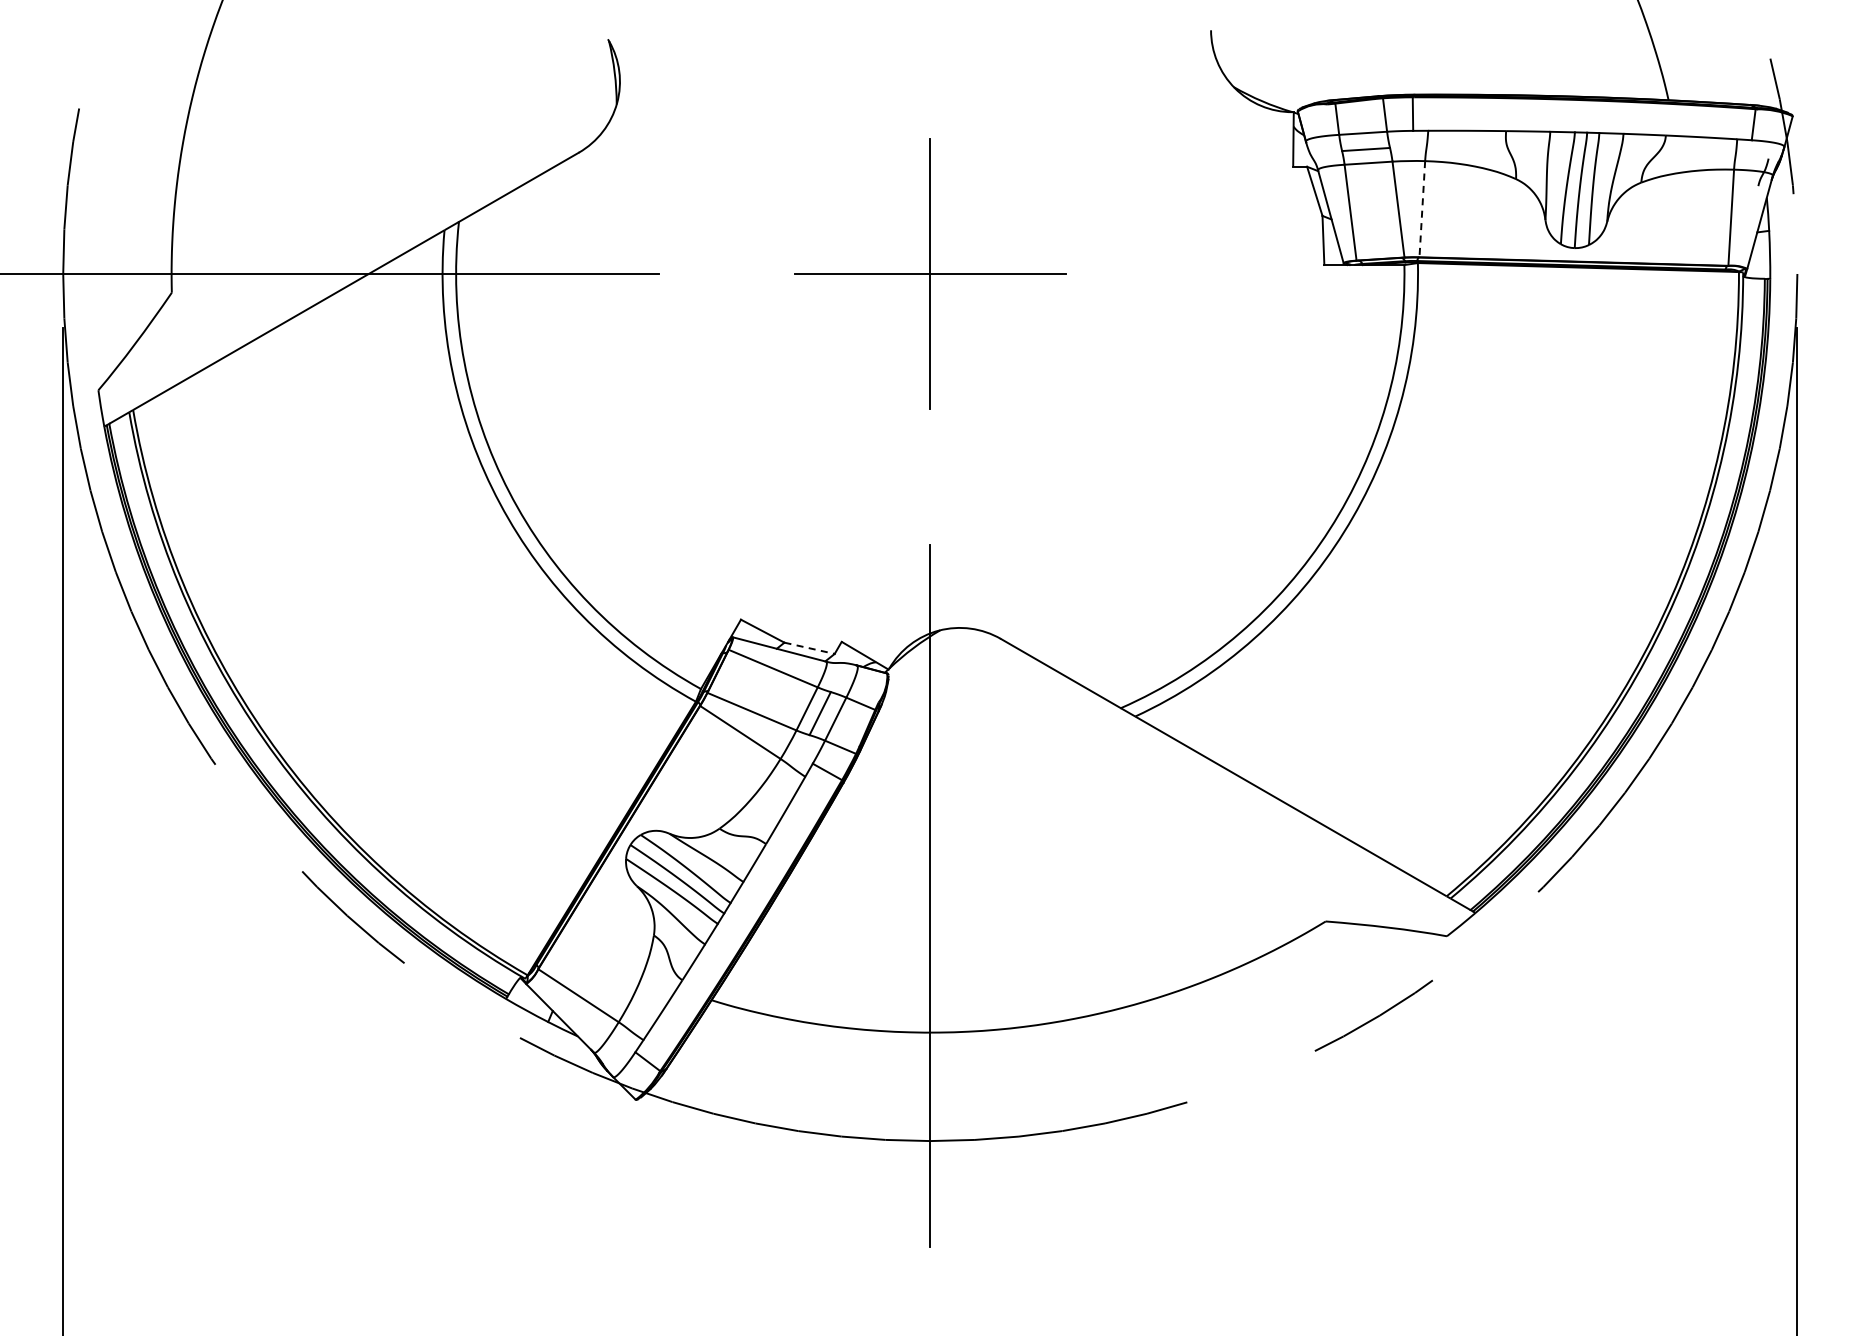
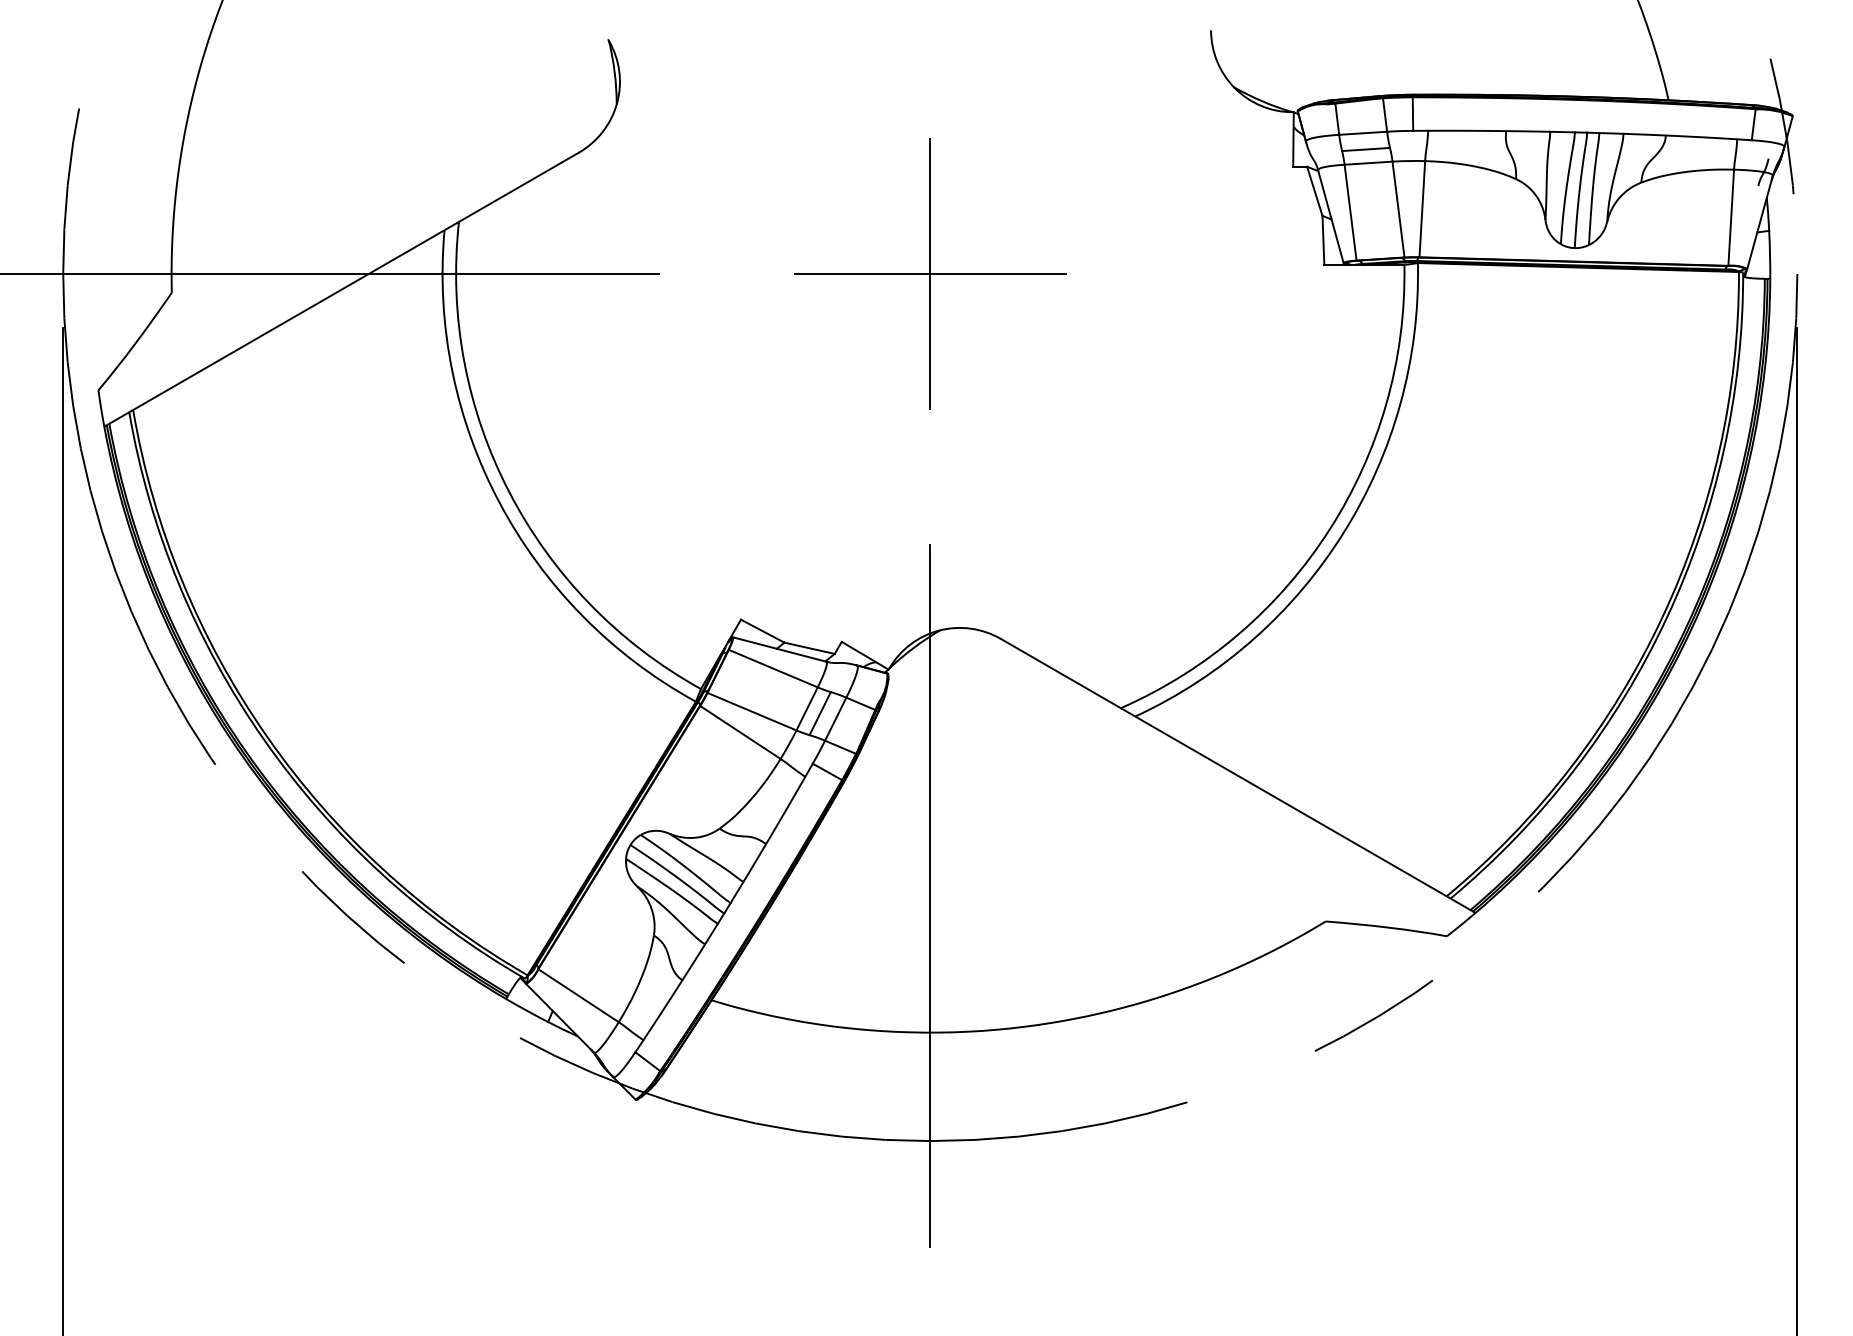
line at (1422, 209): dashed -> solid
line at (809, 648): dashed -> solid
